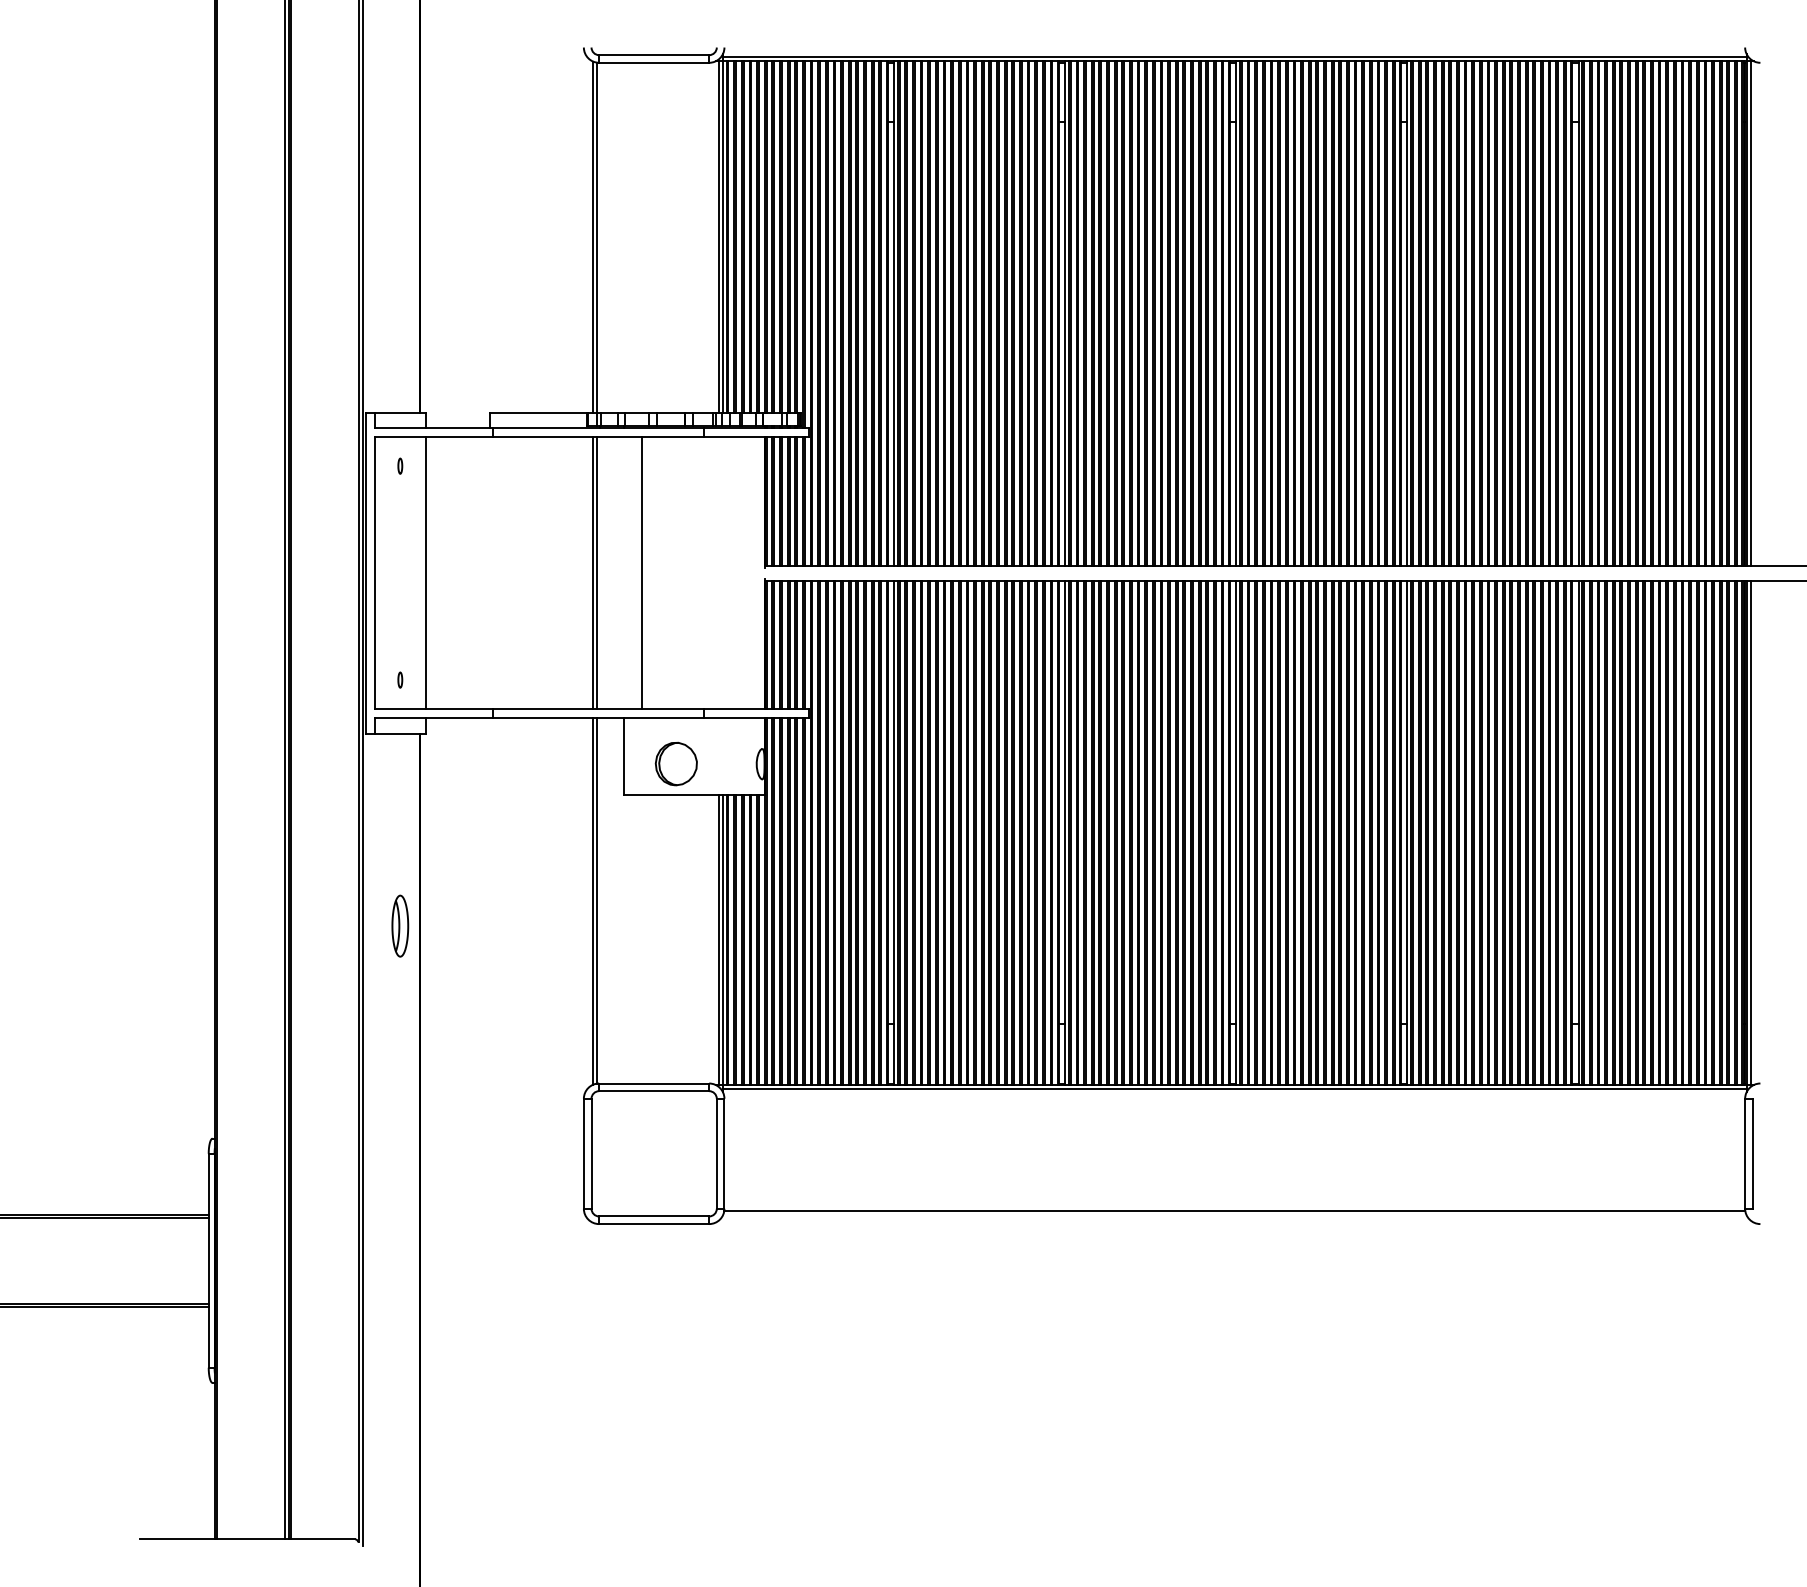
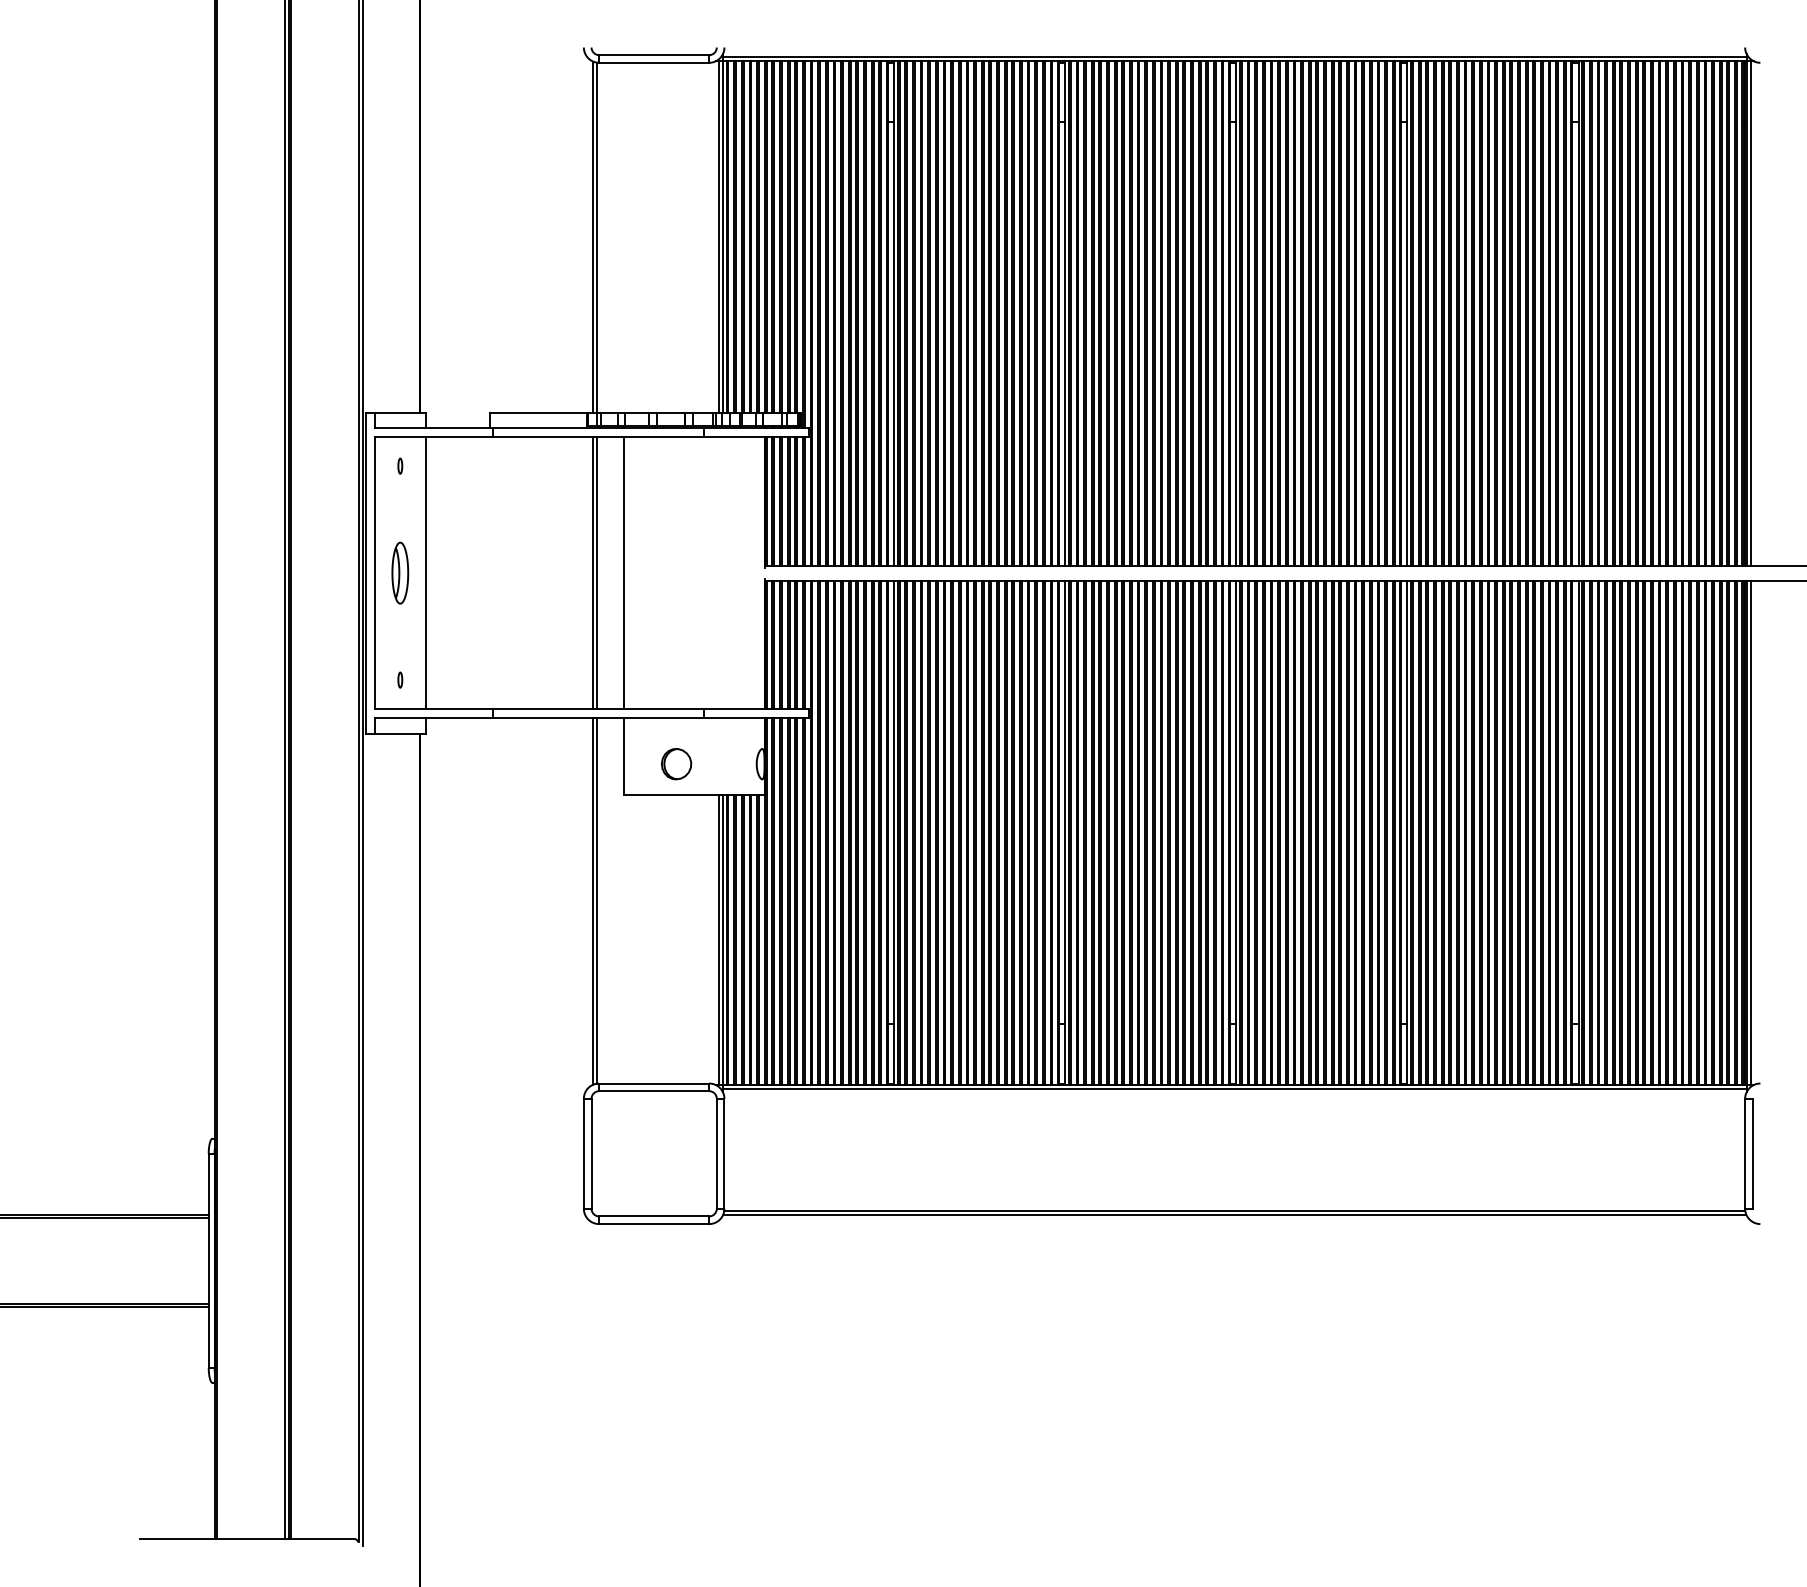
line at (642, 573) position: (642, 573) -> (624, 573)
part at (675, 763) size: 44x46 px -> 32x33 px
part at (400, 925) position: (400, 925) -> (400, 572)
line at (1234, 1214): none -> present
